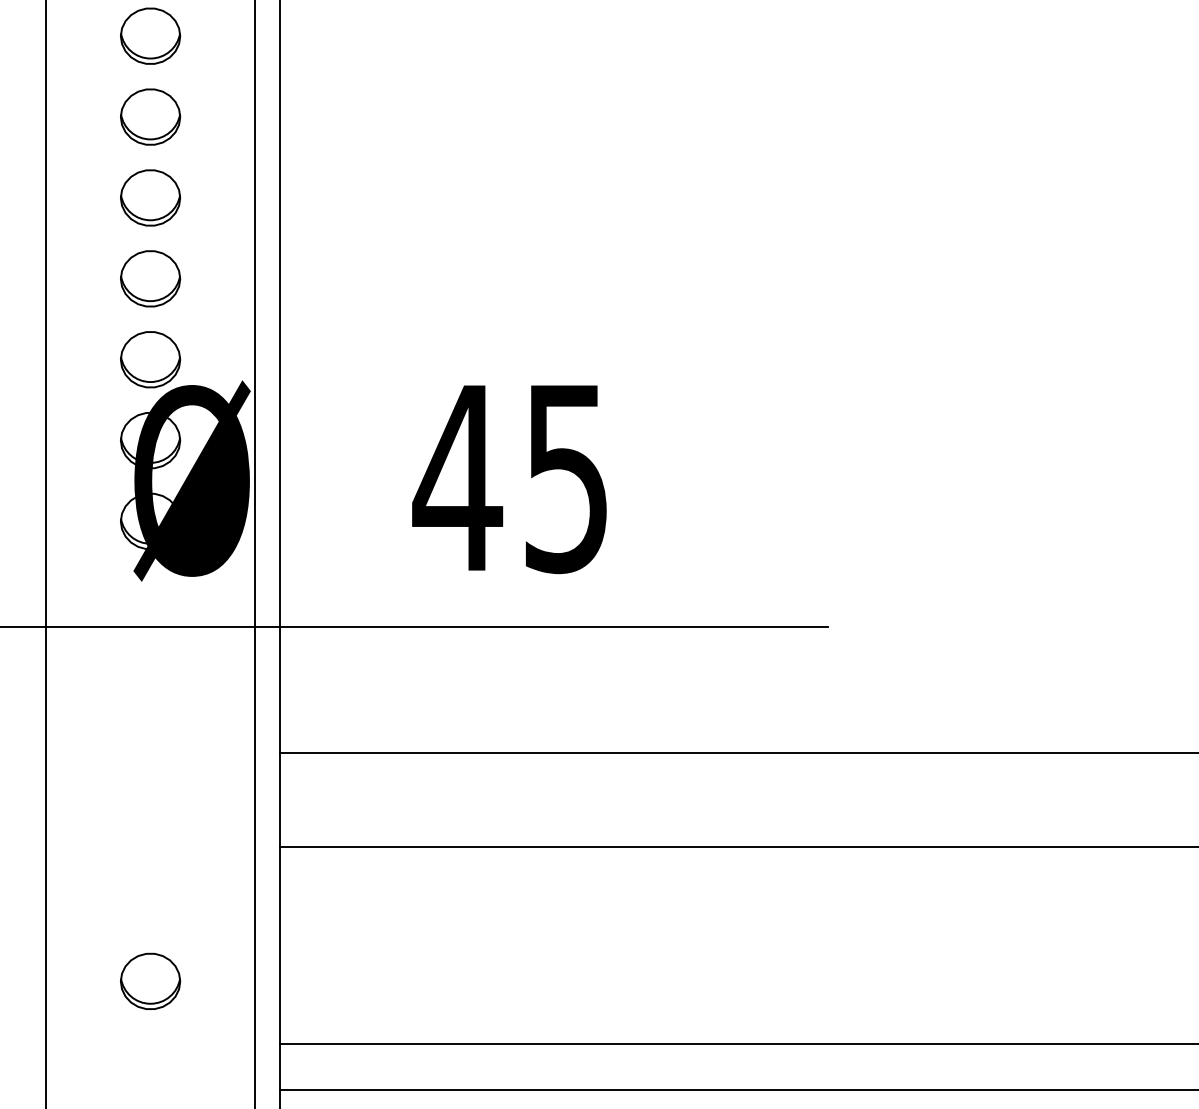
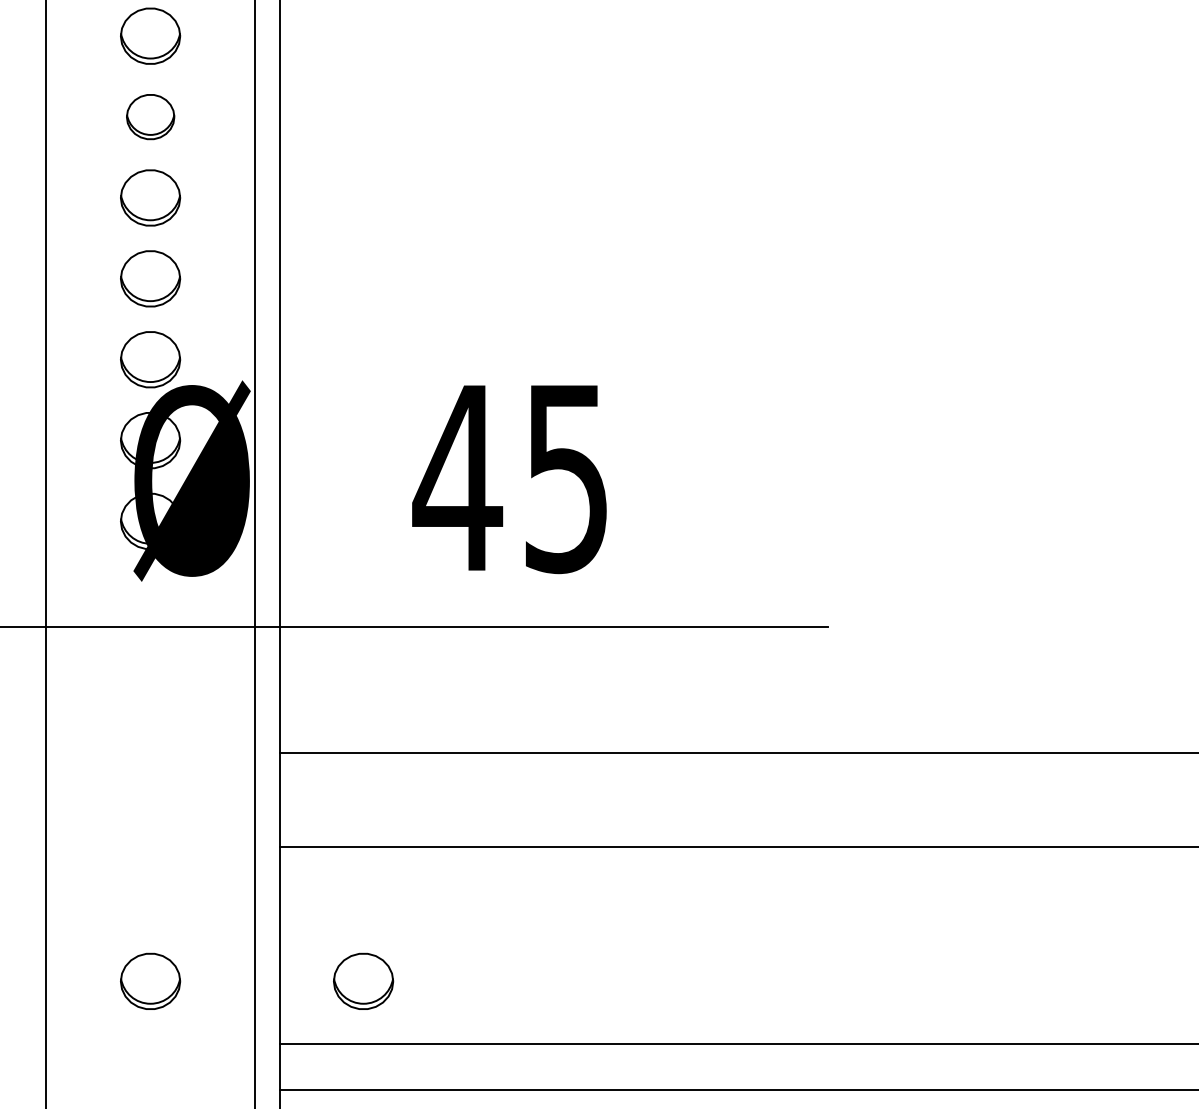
part at (150, 116) size: 62x58 px -> 50x47 px
part at (363, 980): none -> present
